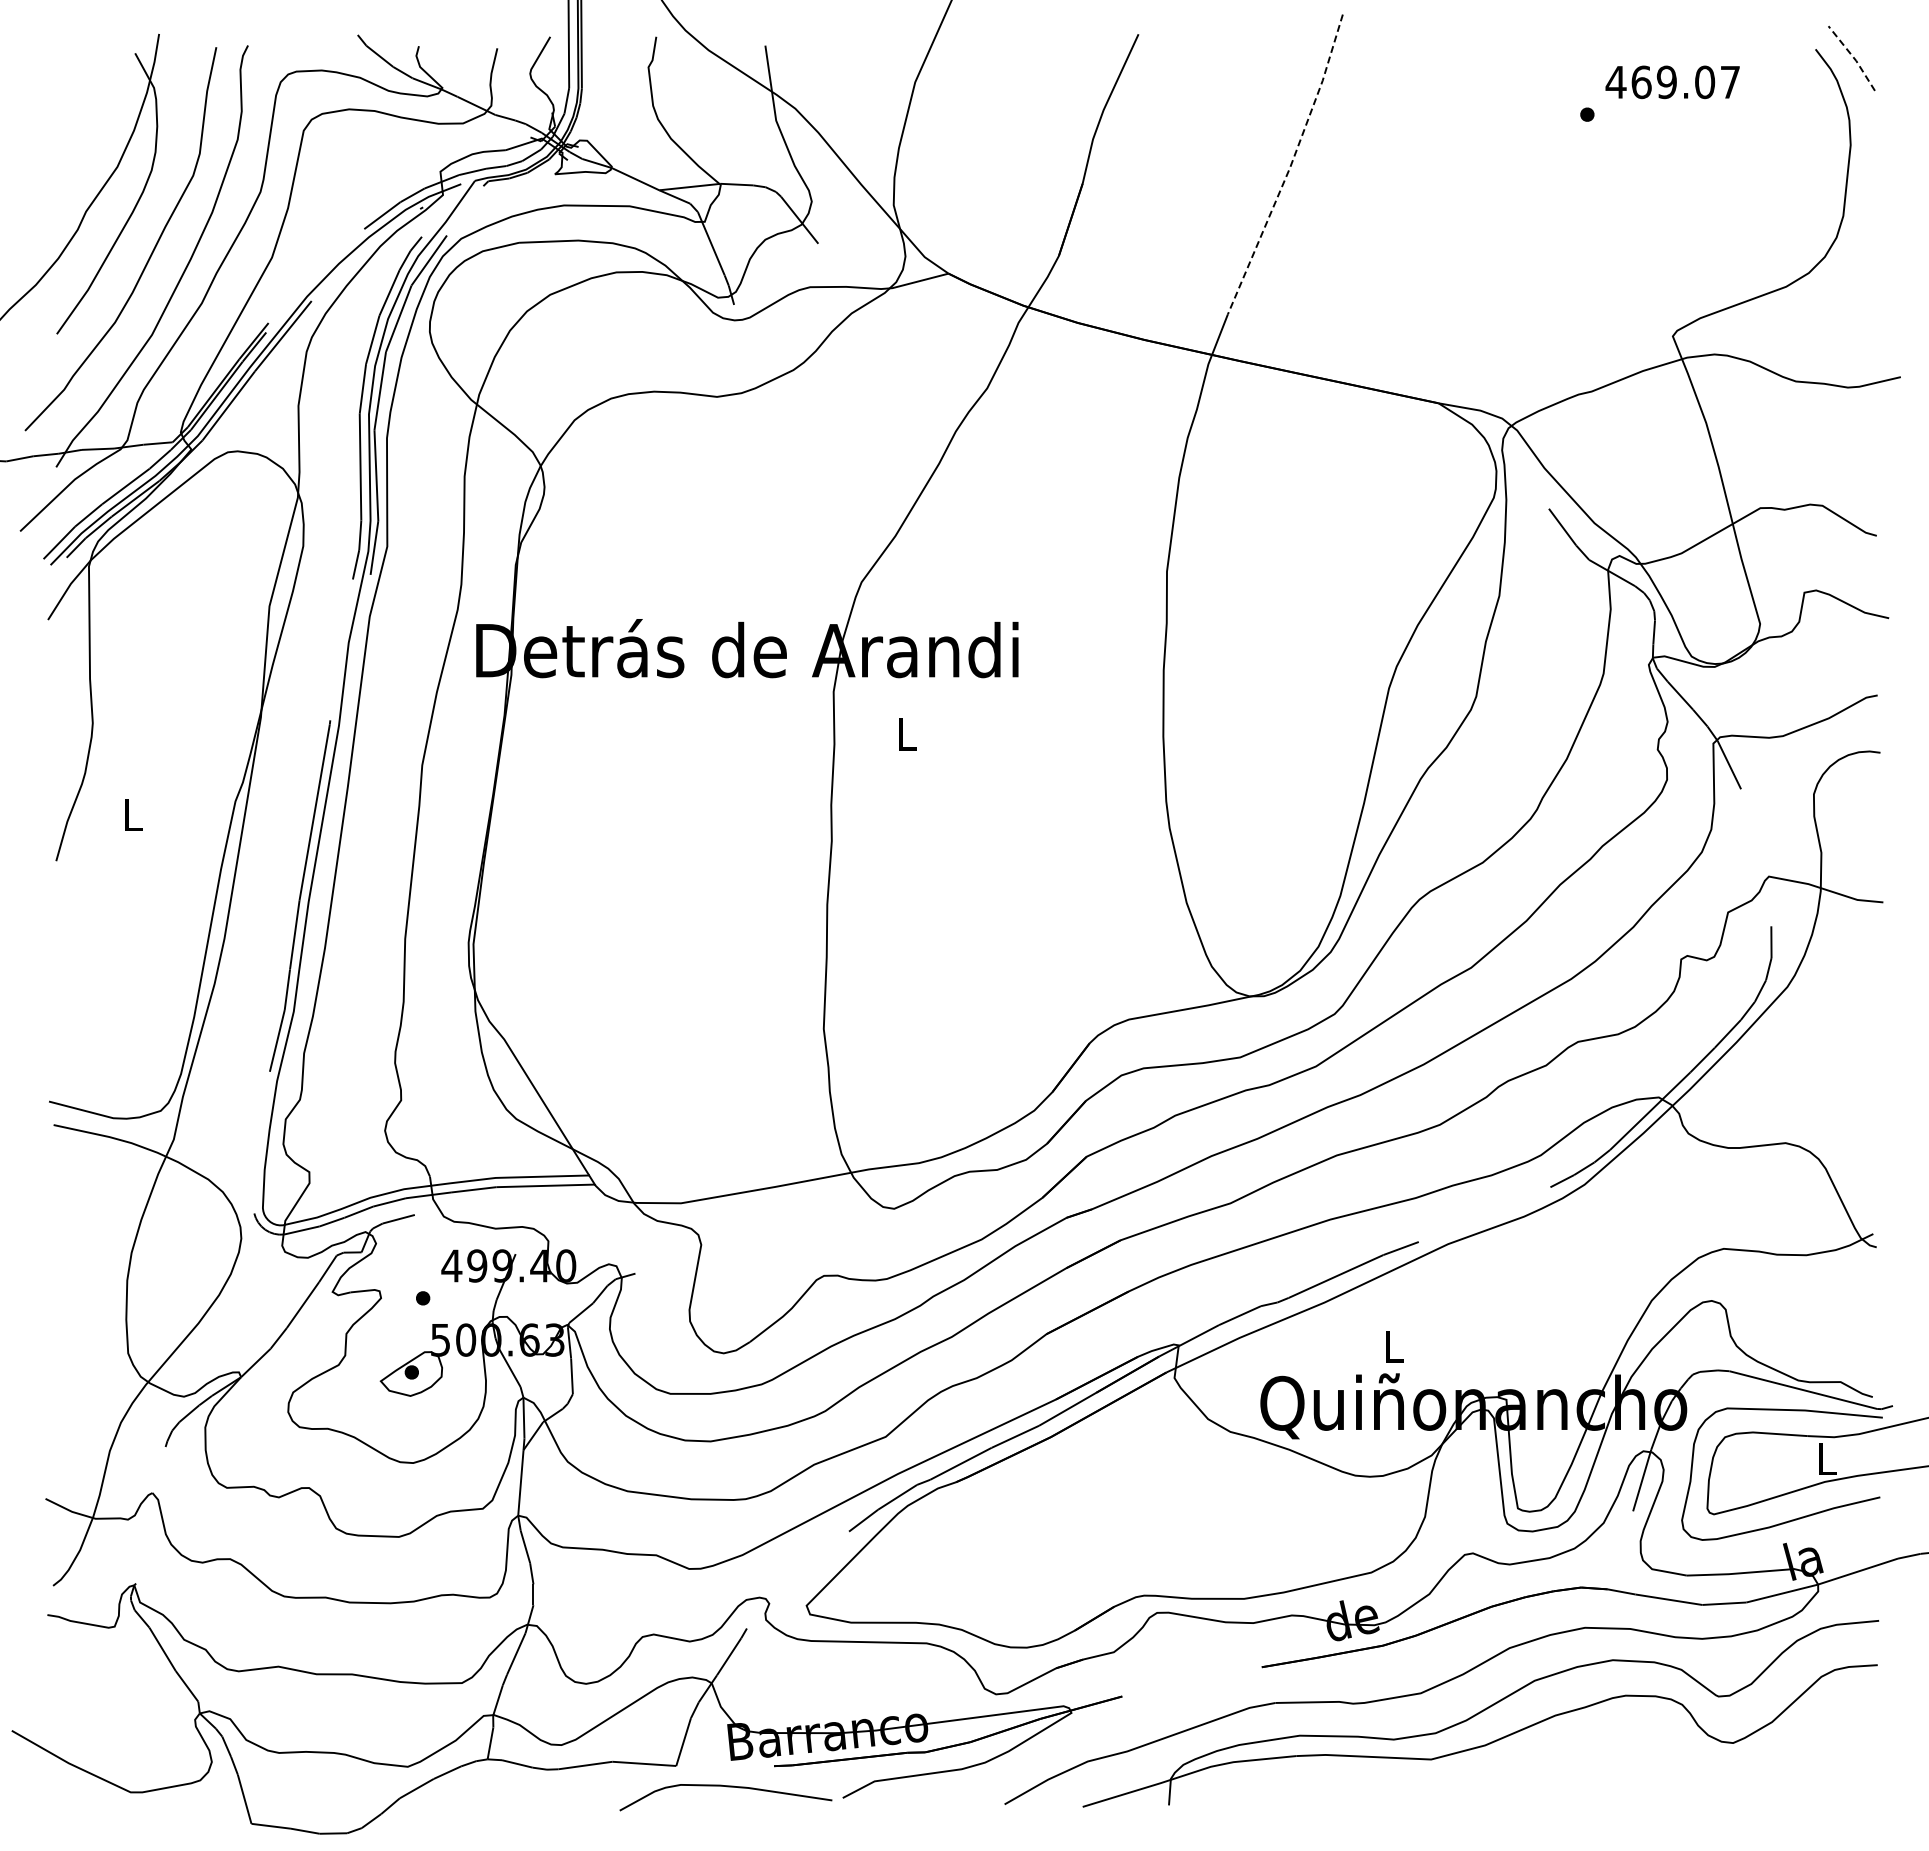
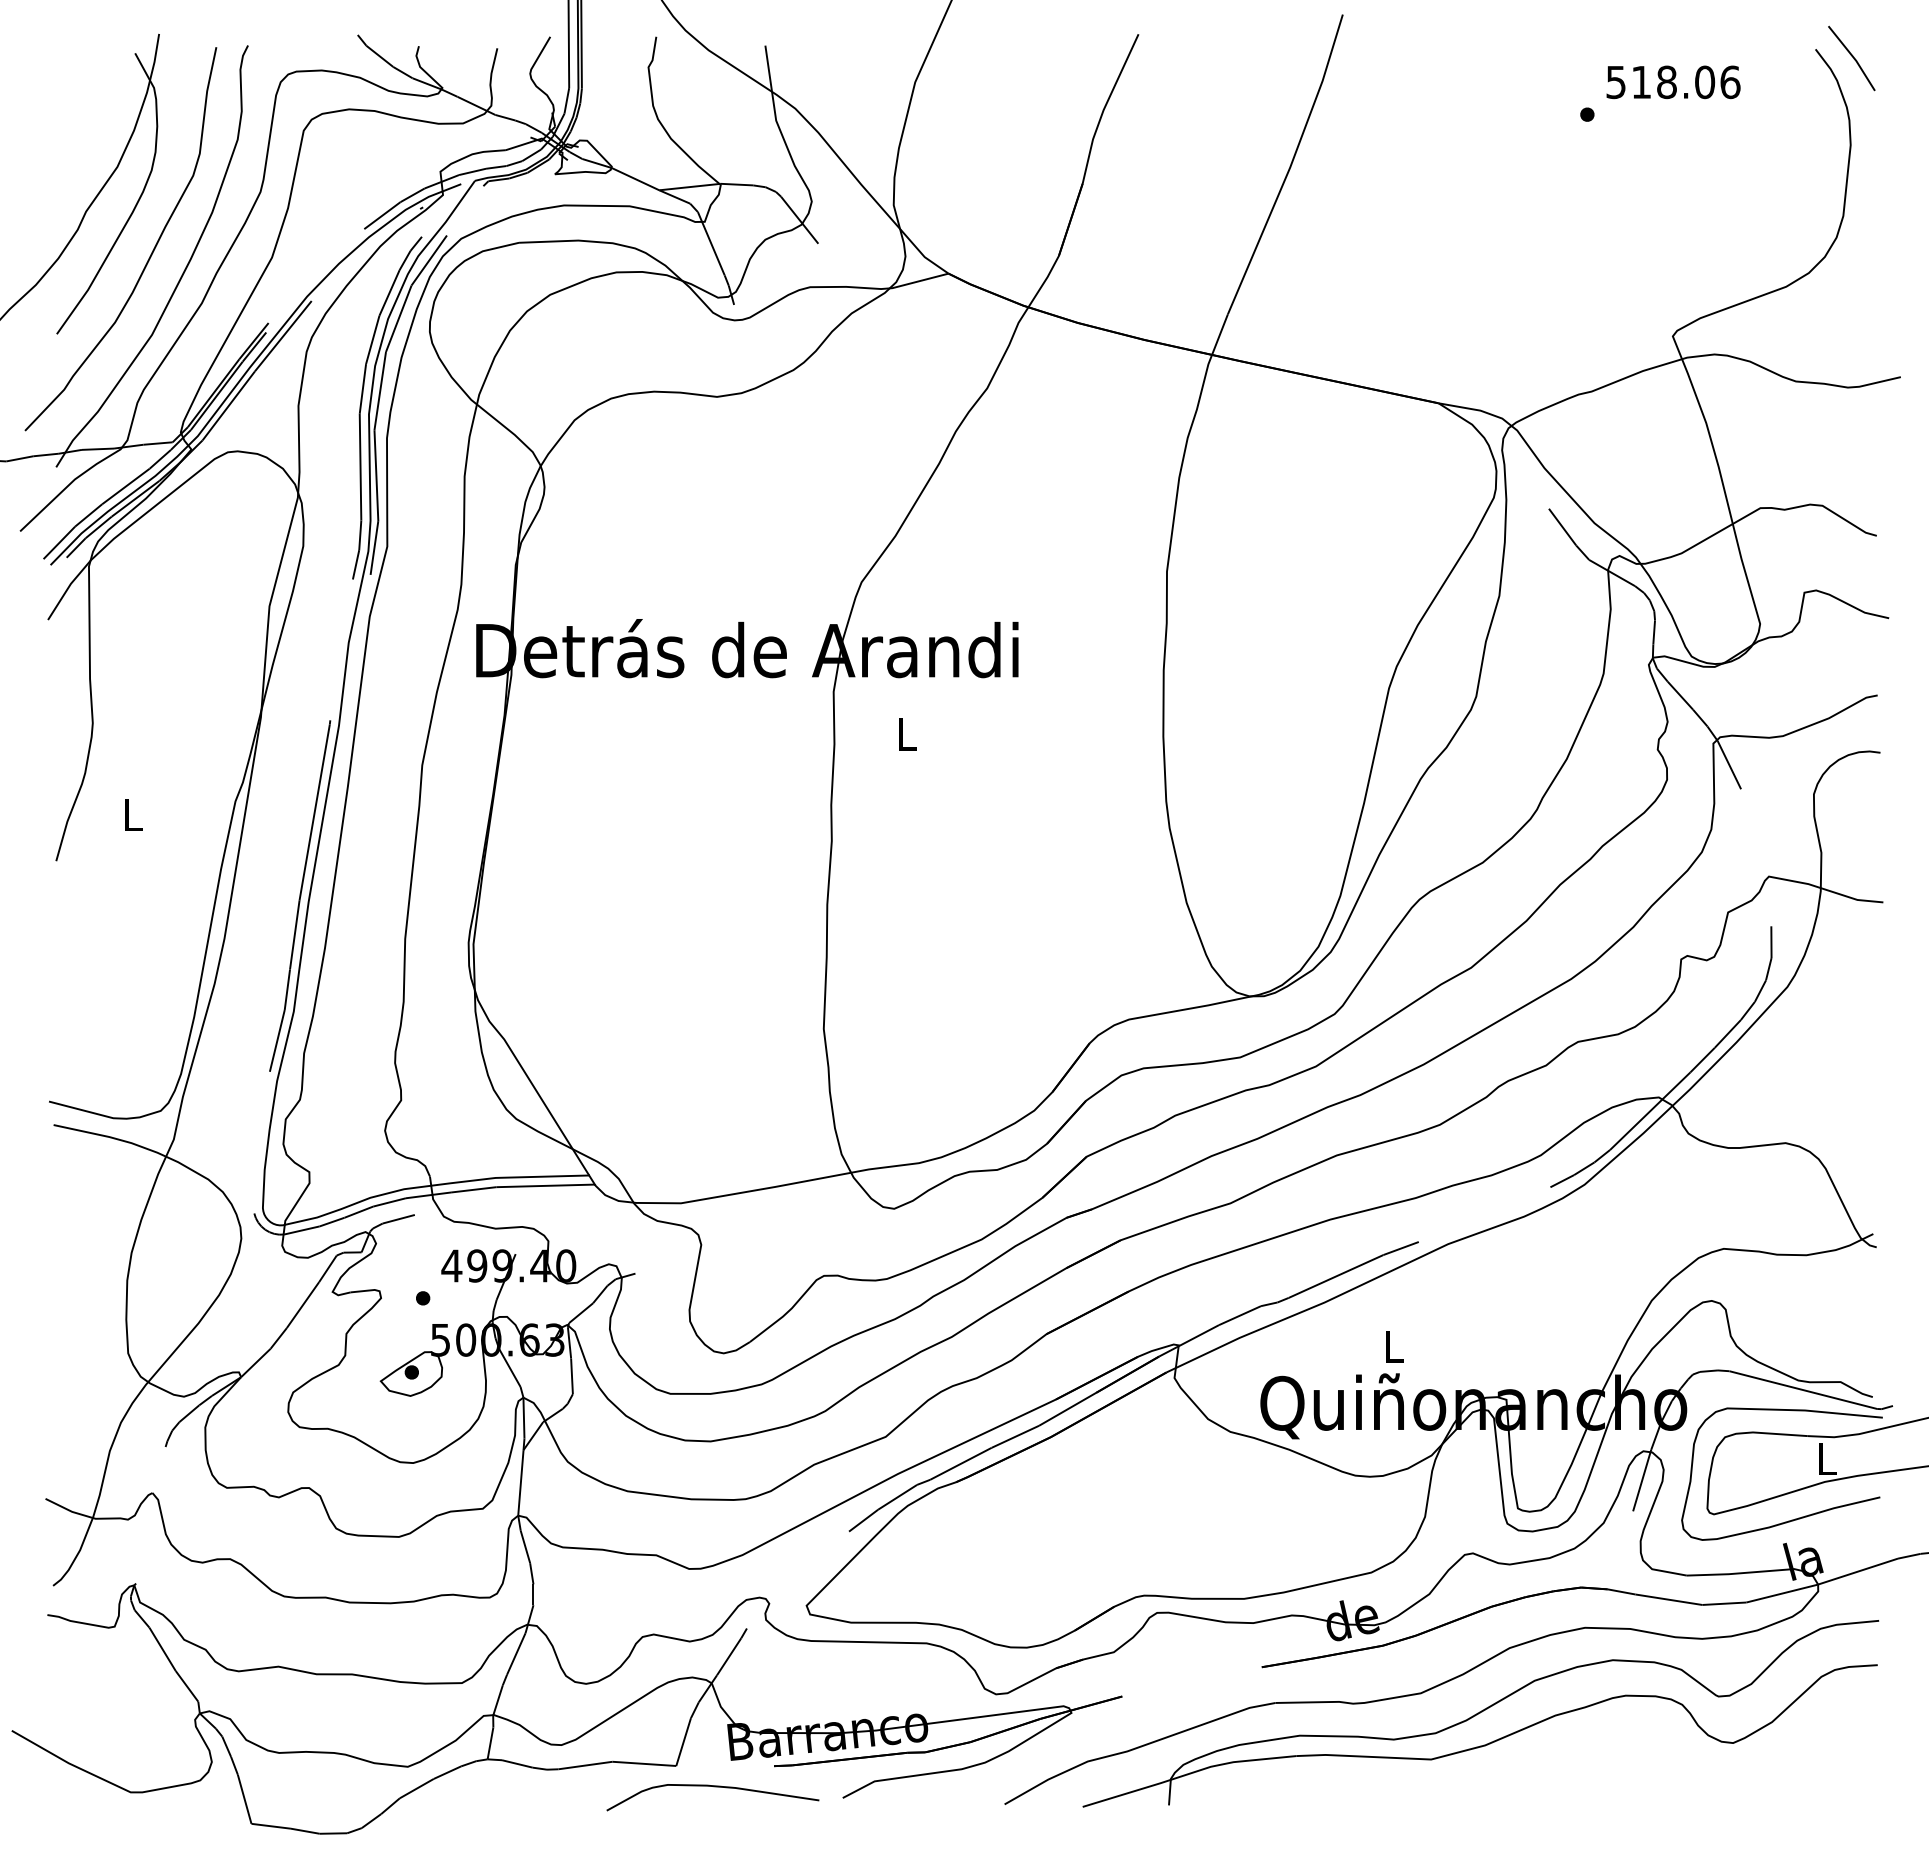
line at (1853, 57): dashed -> solid
text at (1672, 82): 469.07 -> 518.06
line at (1290, 166): dashed -> solid
curve at (726, 1787) position: (726, 1787) -> (713, 1787)
